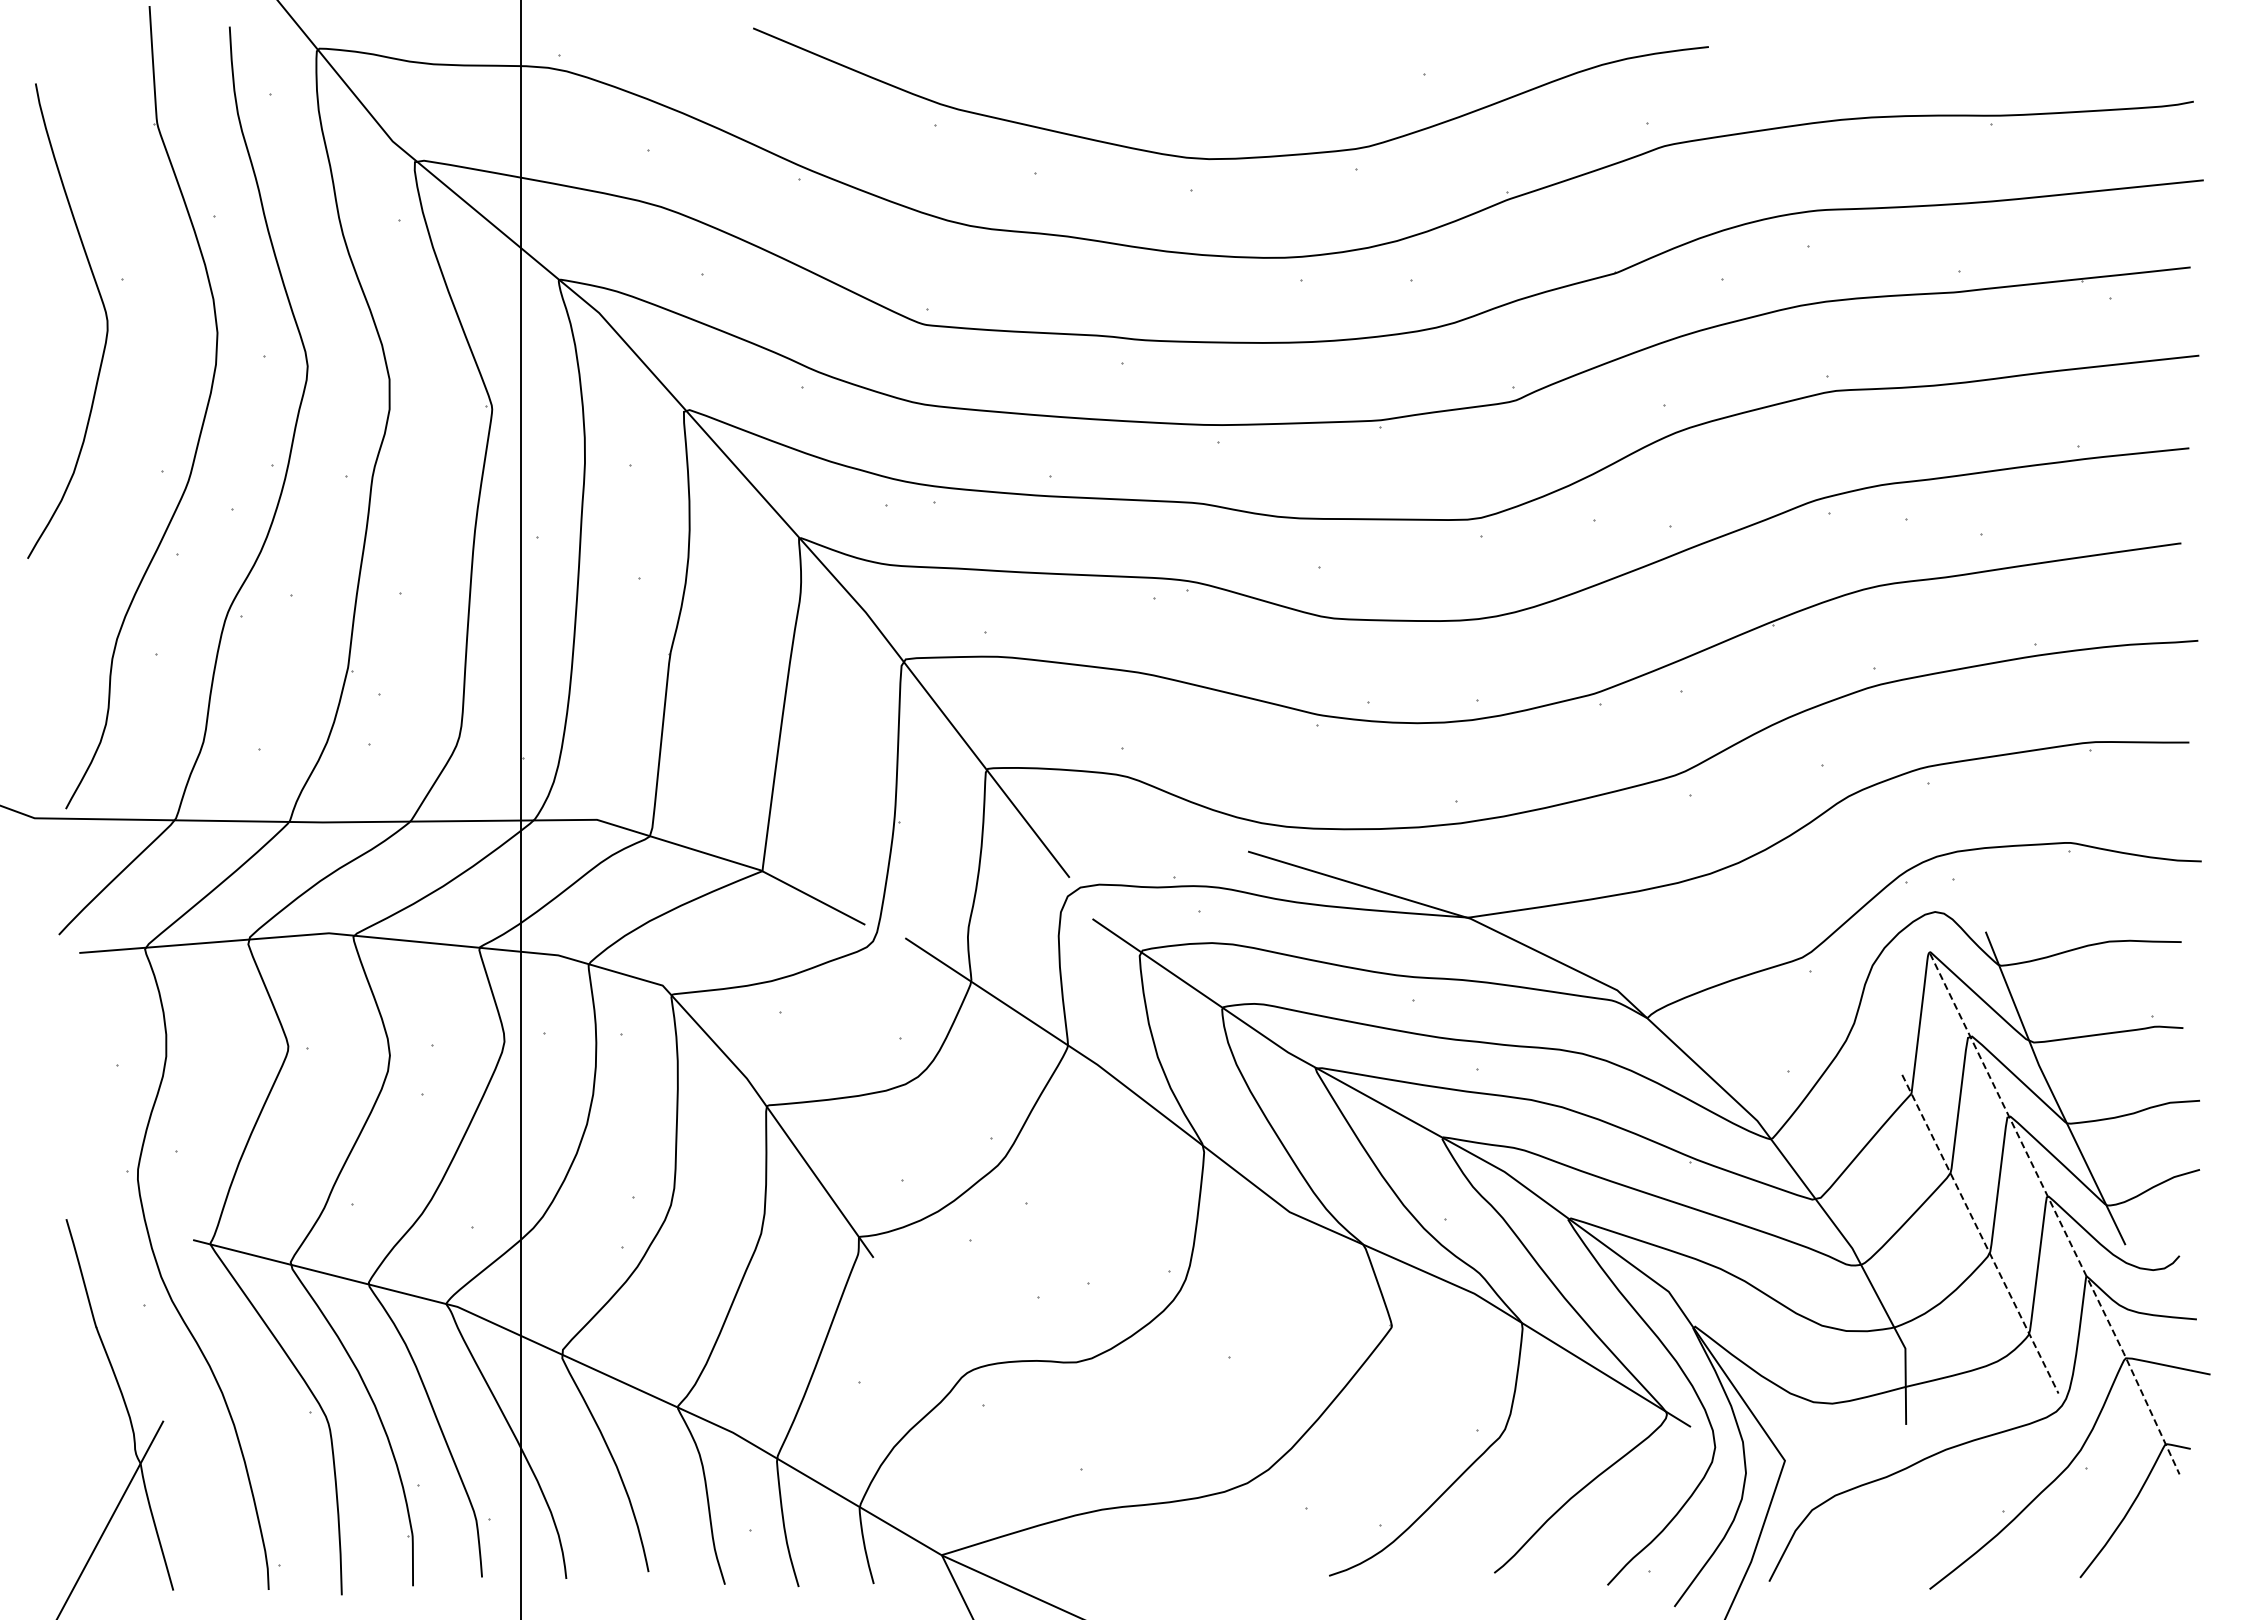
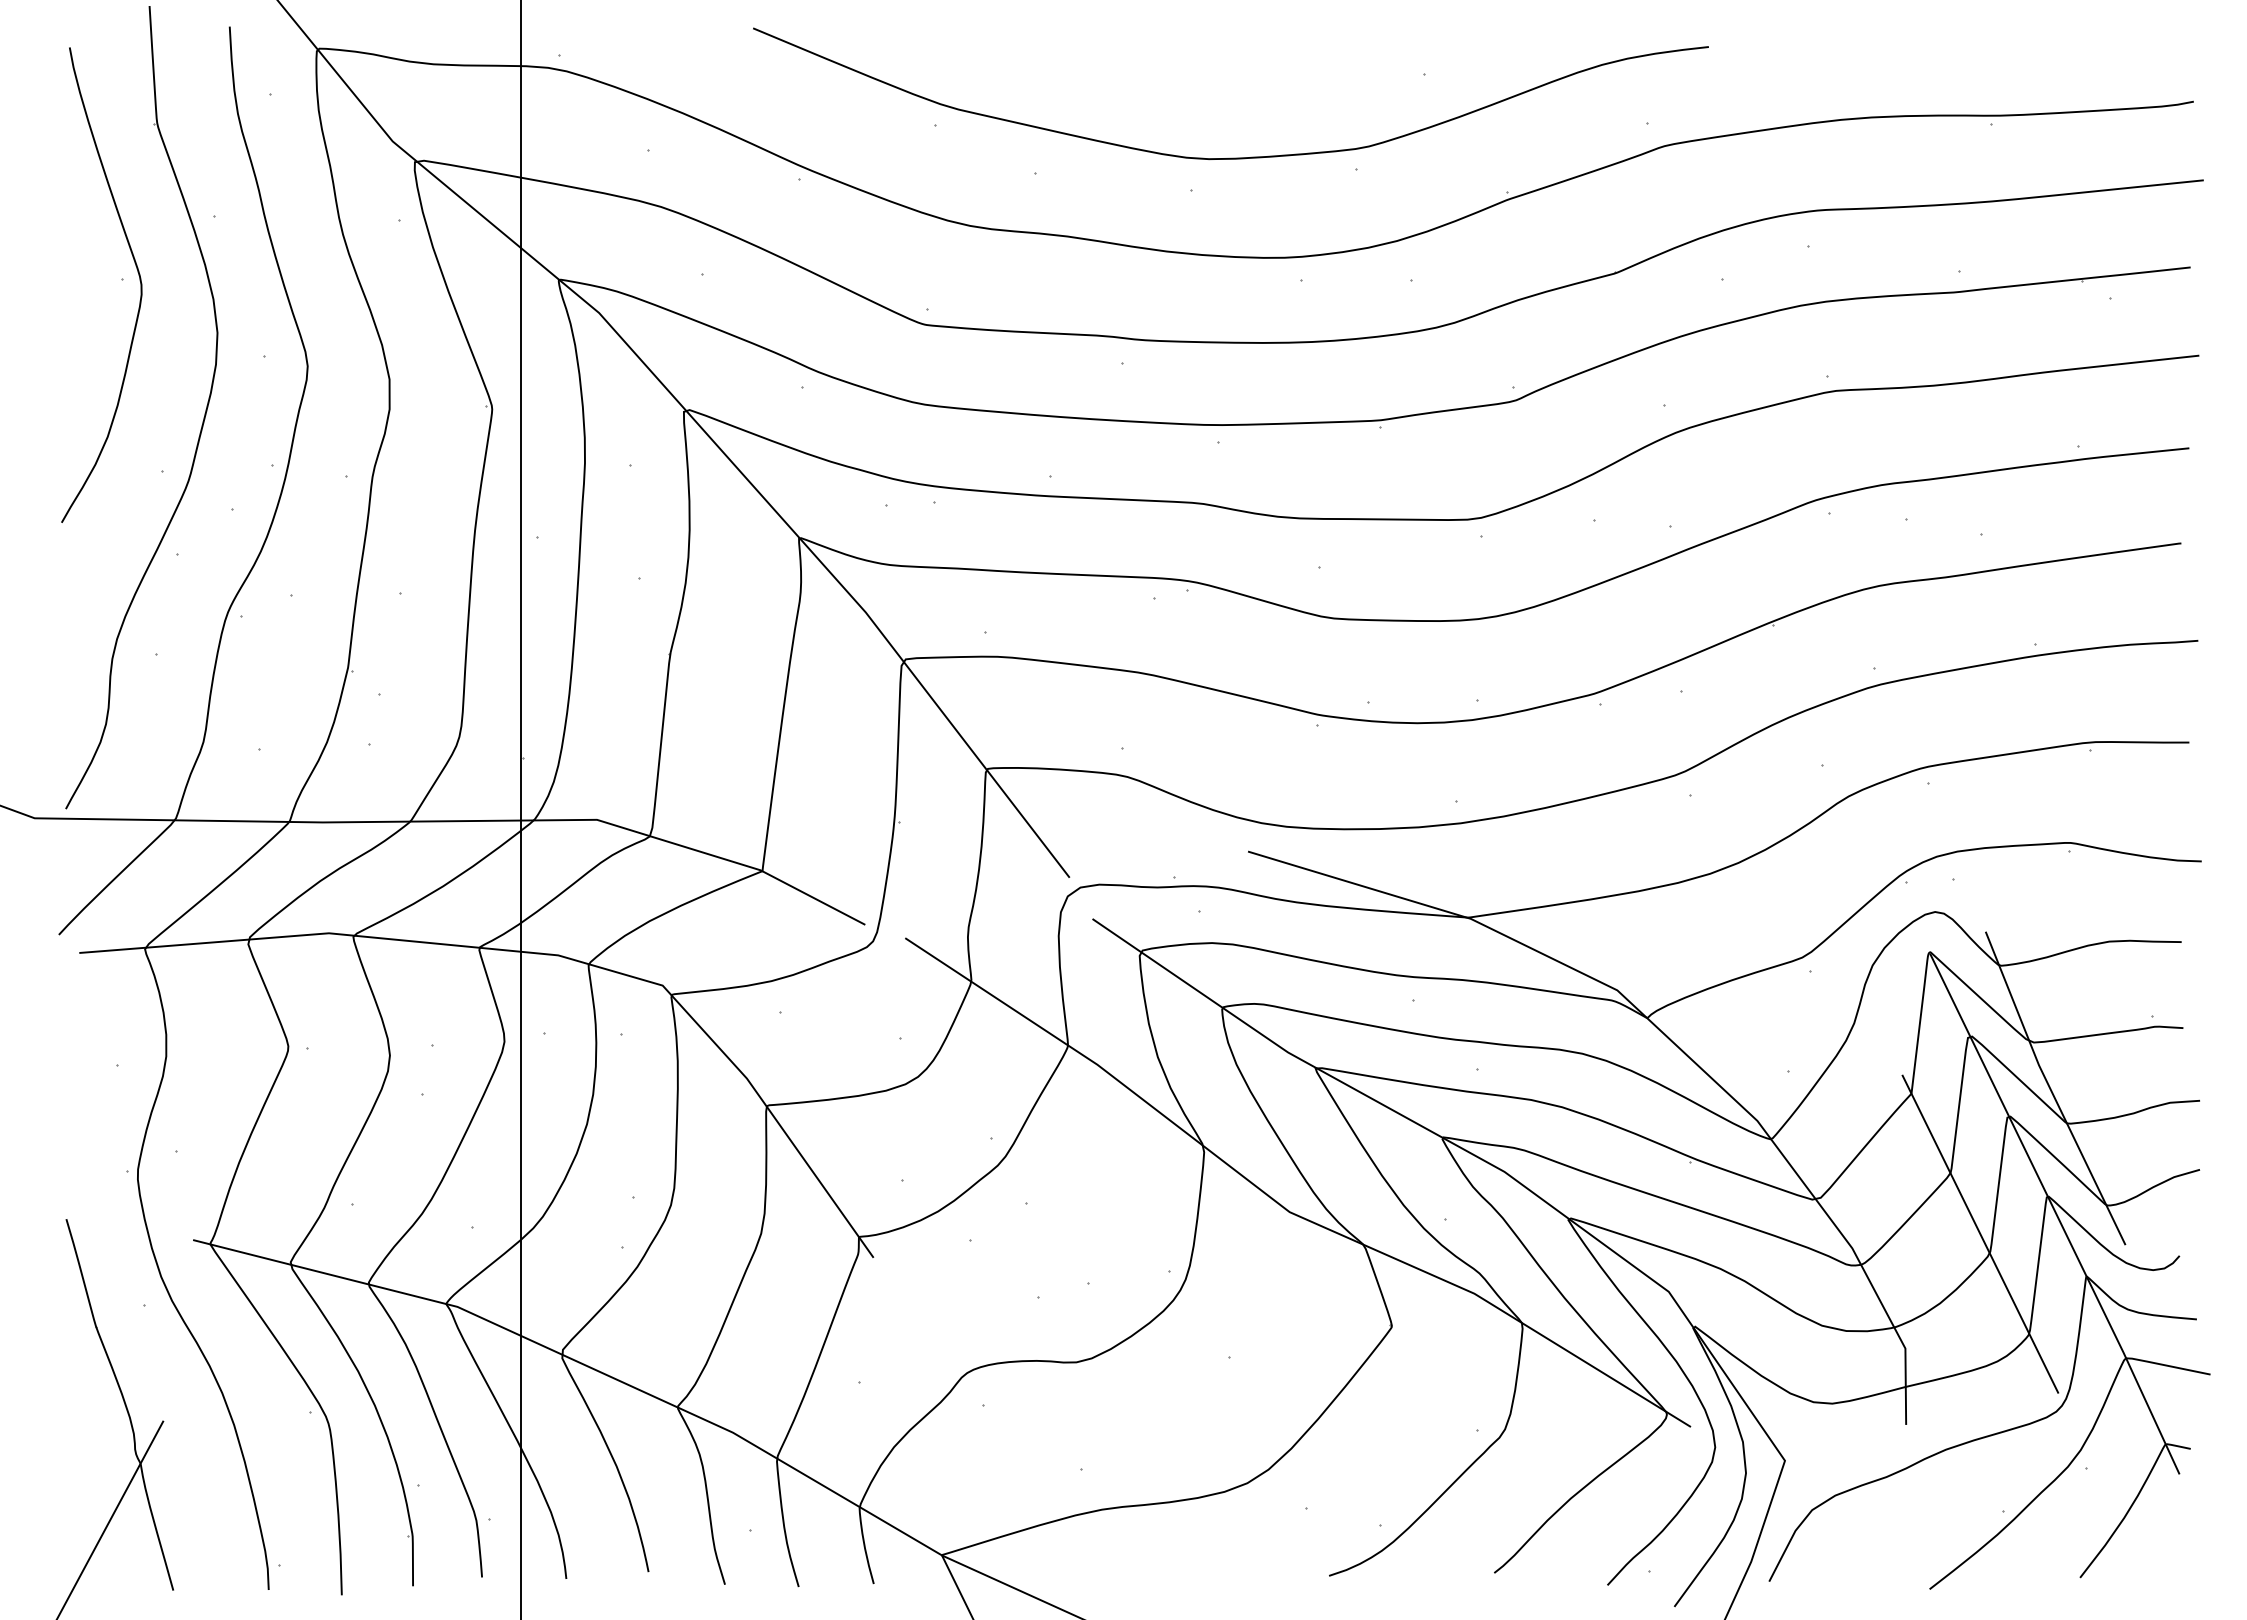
curve at (103, 308) position: (103, 308) -> (137, 272)
line at (2056, 1214): dashed -> solid
line at (1980, 1234): dashed -> solid
